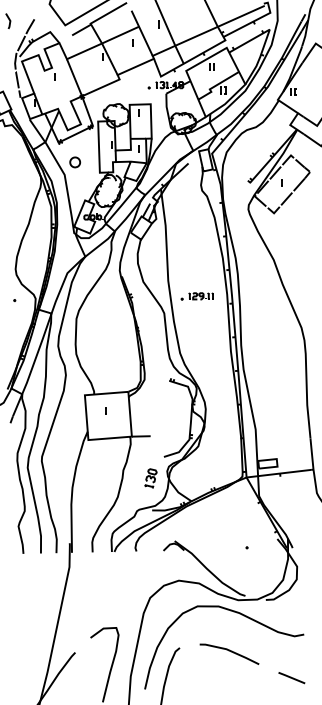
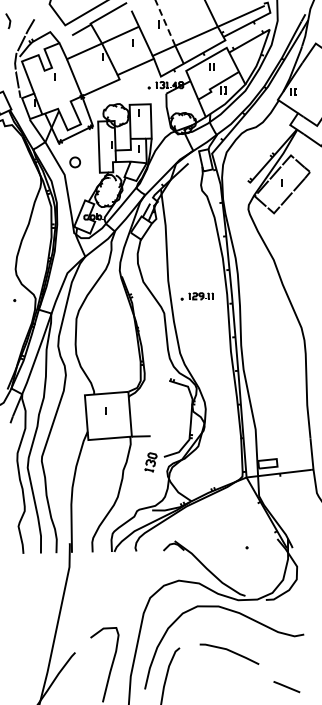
line at (165, 24): solid -> dashed
part at (150, 478) position: (150, 478) -> (150, 462)
line at (291, 678) position: (291, 678) -> (286, 687)
